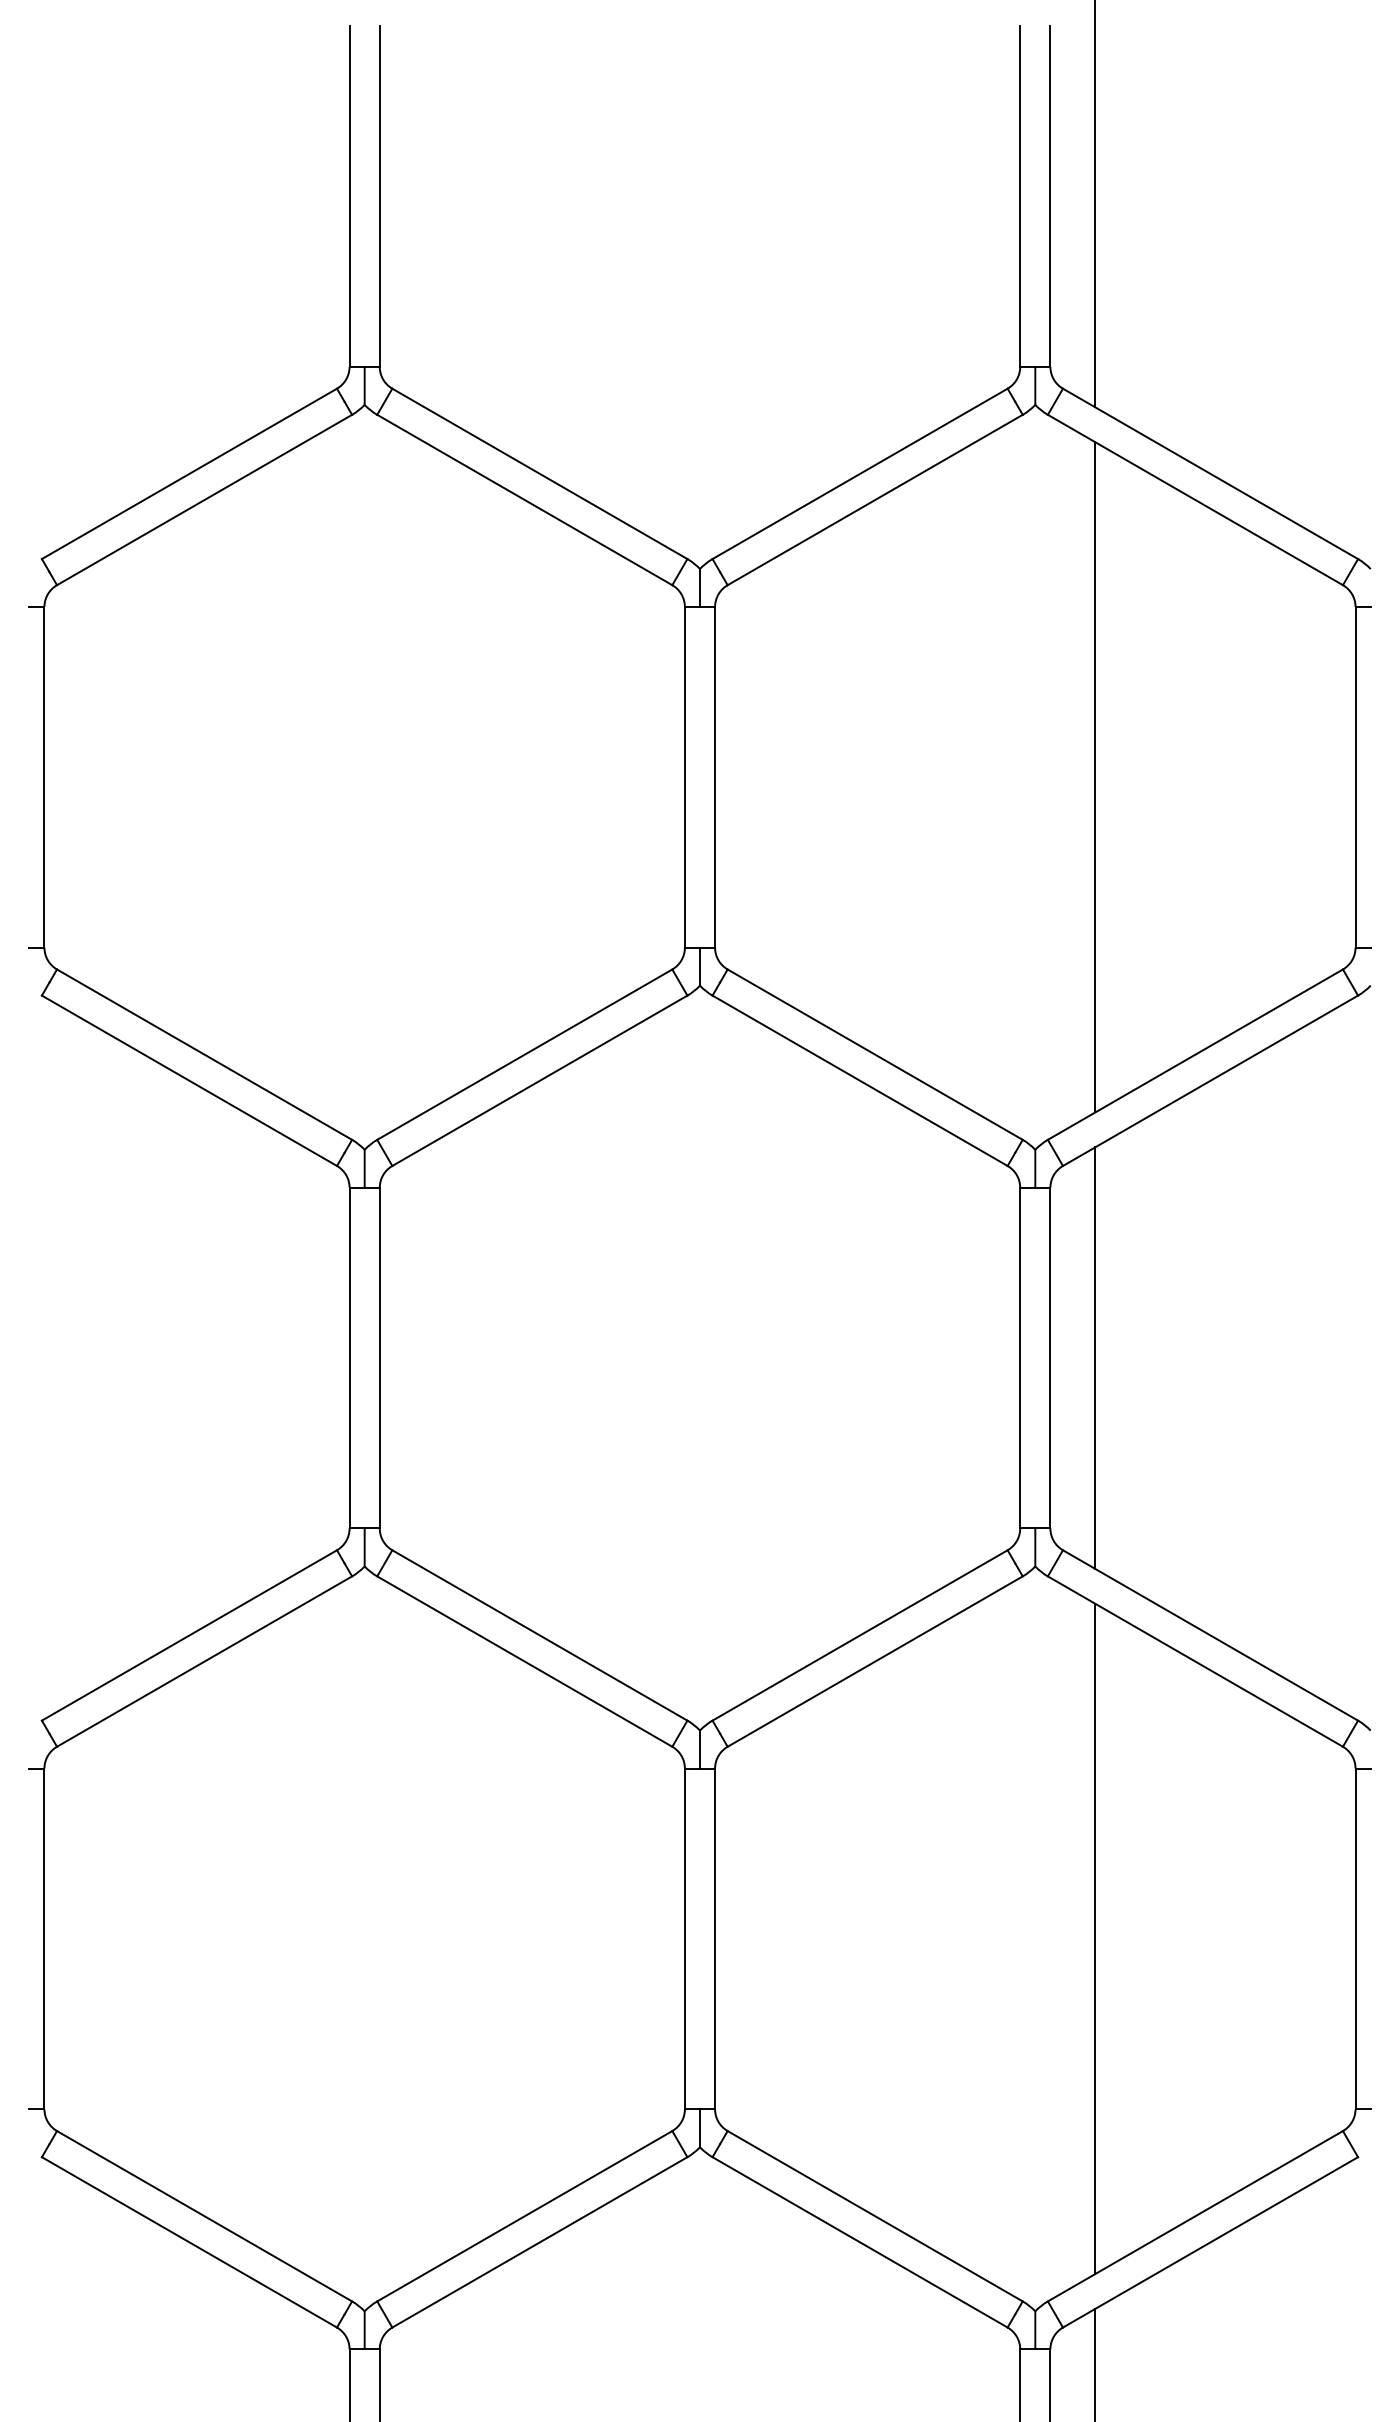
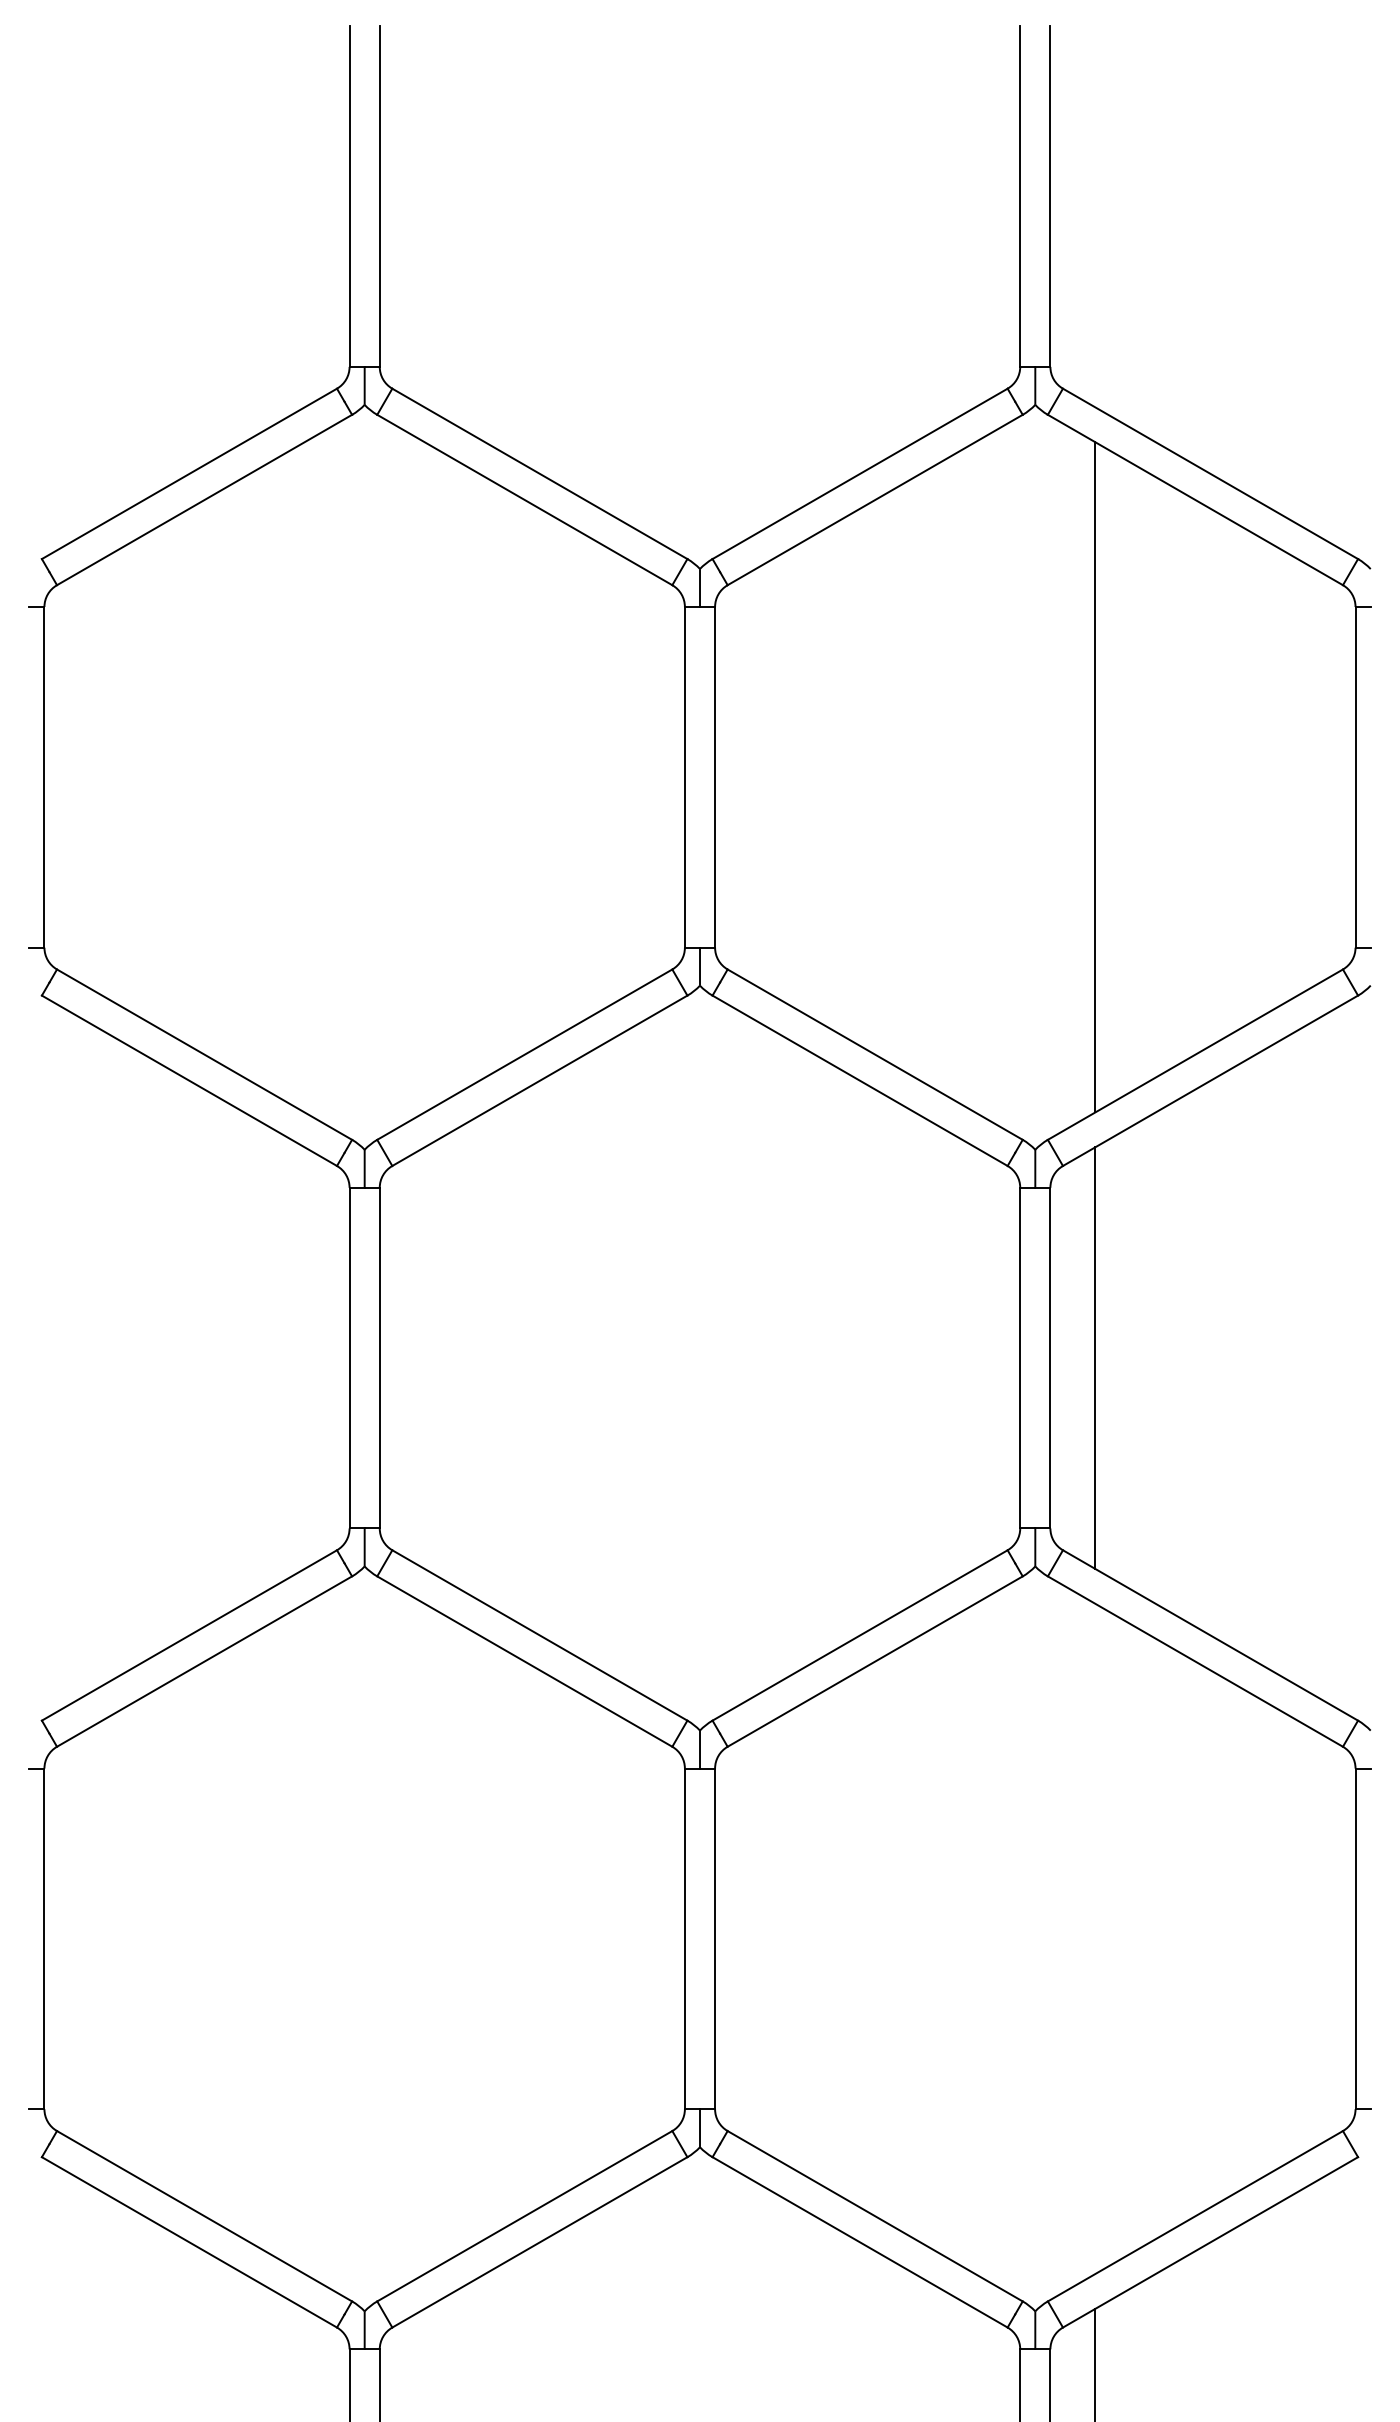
line at (1095, 204): present -> none
line at (1095, 1938): present -> none
